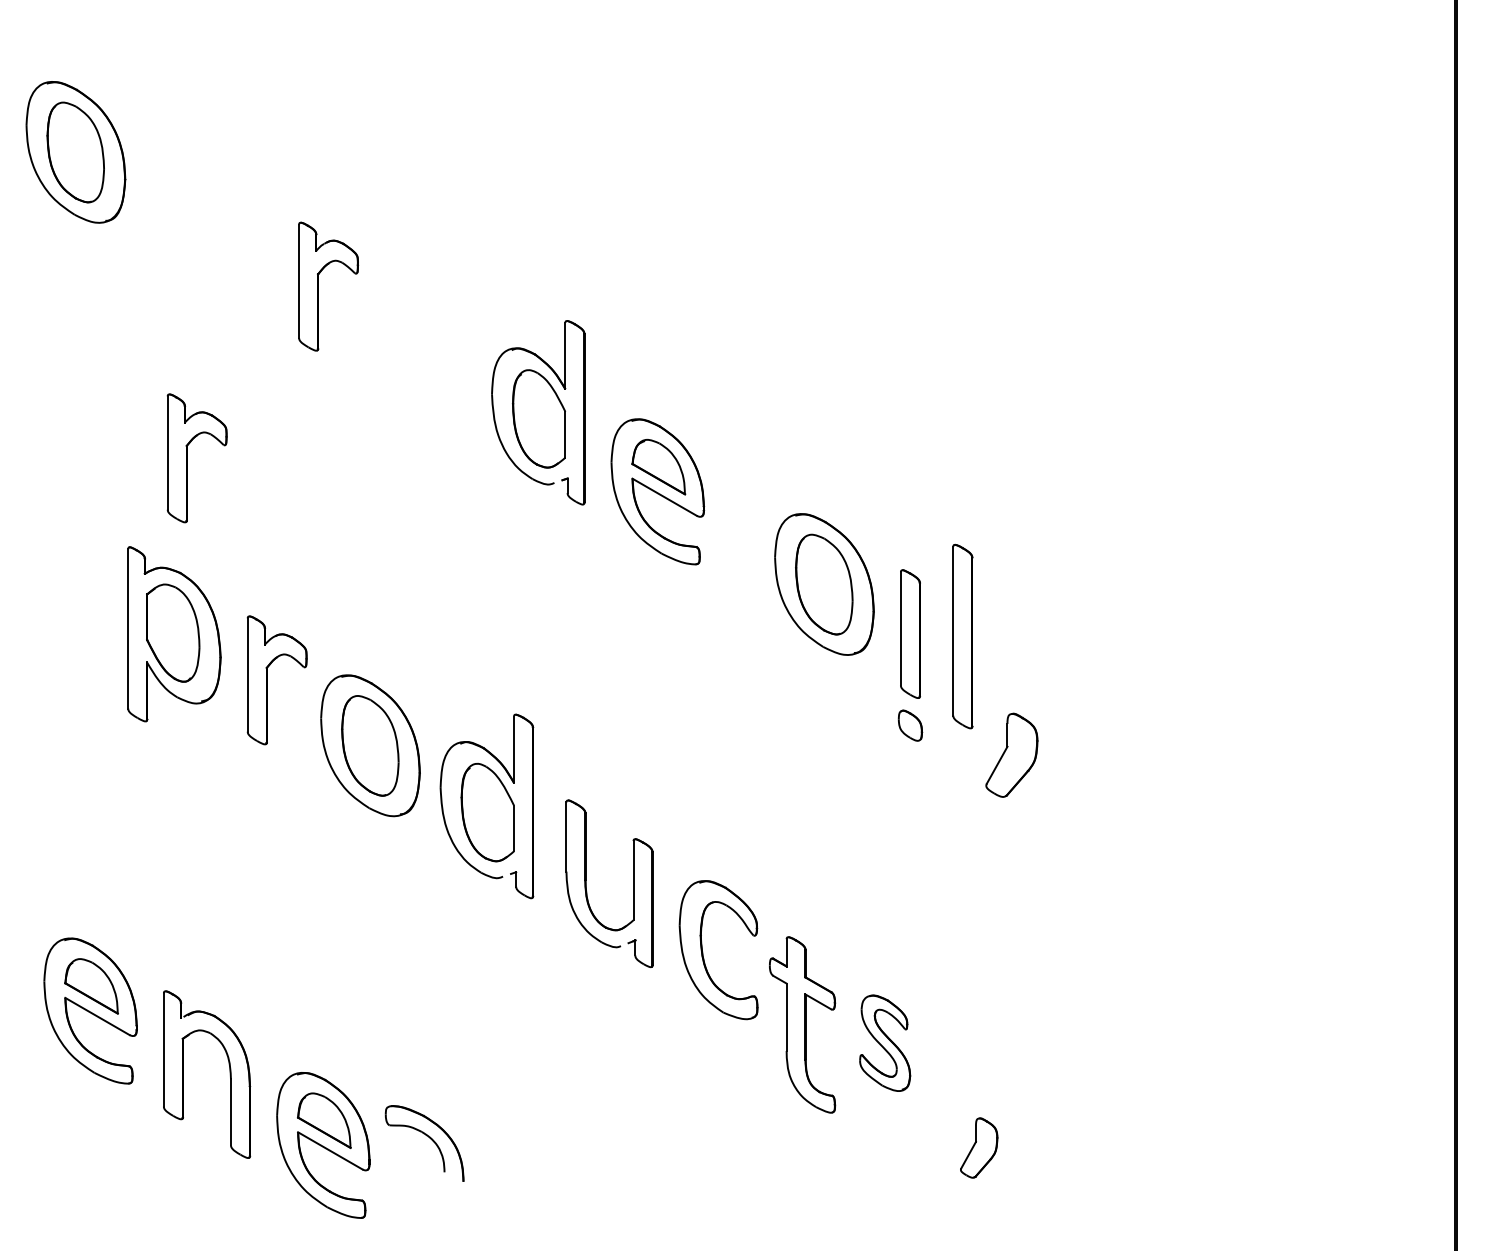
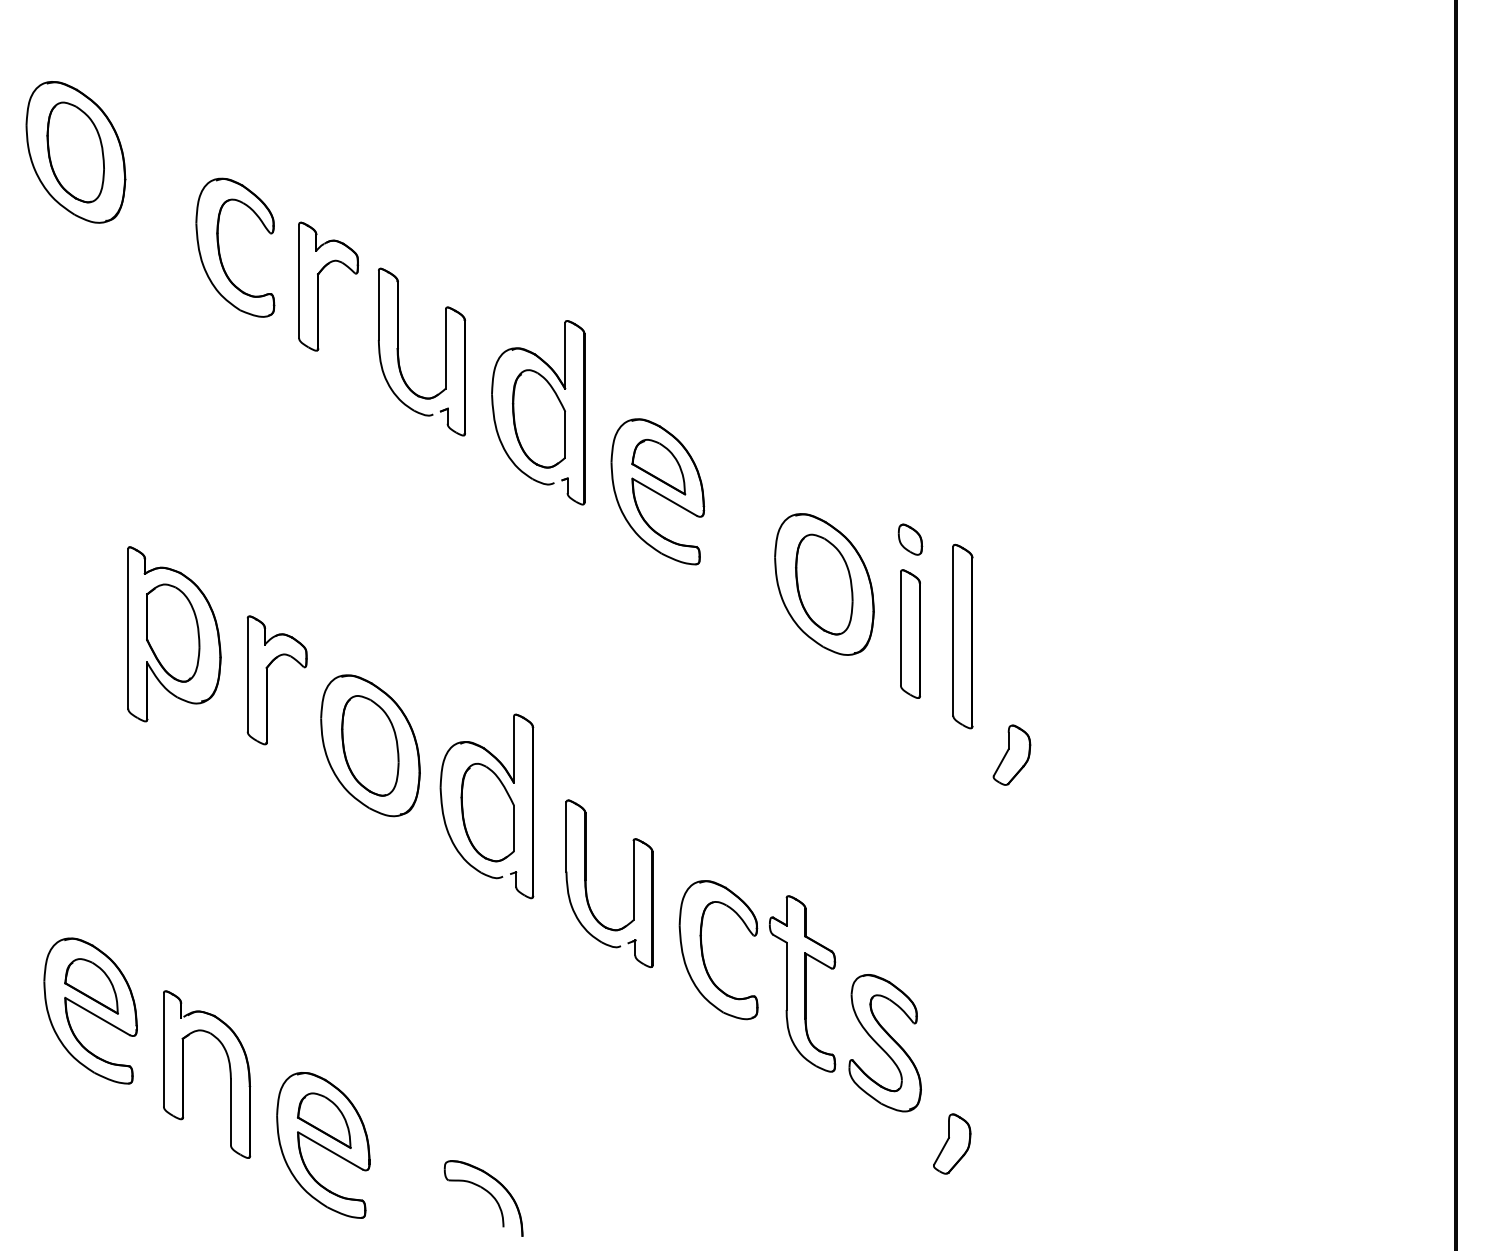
part at (220, 252): none -> present
part at (399, 356): none -> present
part at (187, 458): present -> none
part at (910, 725) position: (910, 725) -> (910, 539)
part at (1011, 754) size: 54x86 px -> 40x62 px
part at (802, 1024) position: (802, 1024) -> (802, 983)
part at (885, 1042) size: 53x98 px -> 74x139 px
part at (429, 1138) position: (429, 1138) -> (488, 1193)
part at (979, 1147) position: (979, 1147) -> (952, 1143)
